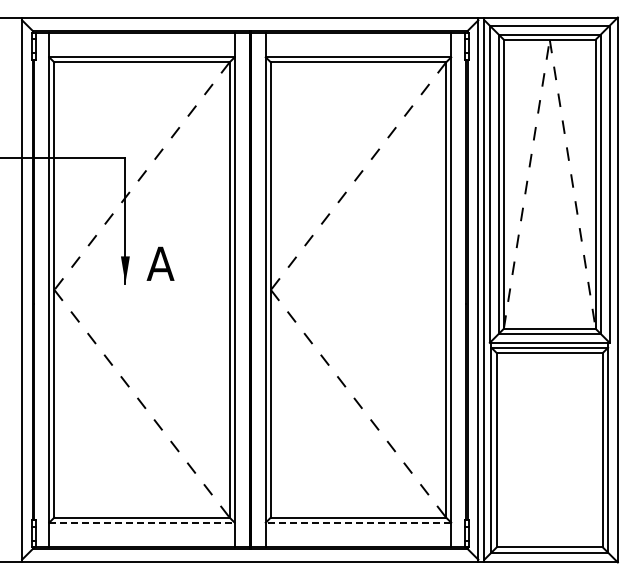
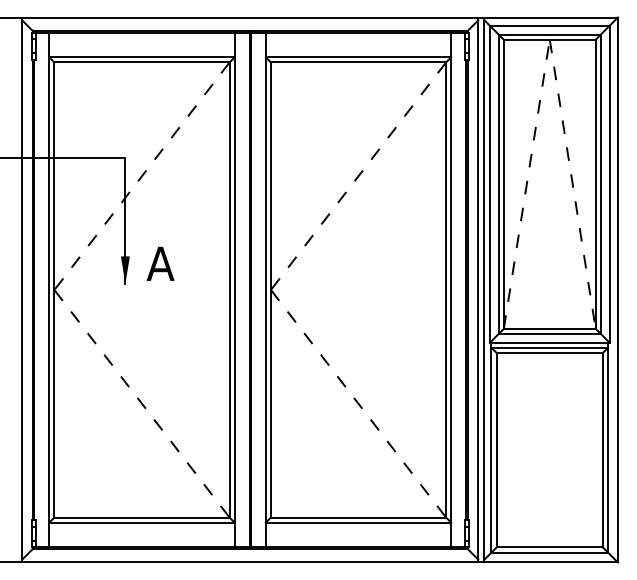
line at (141, 522): dashed -> solid
line at (358, 522): dashed -> solid
